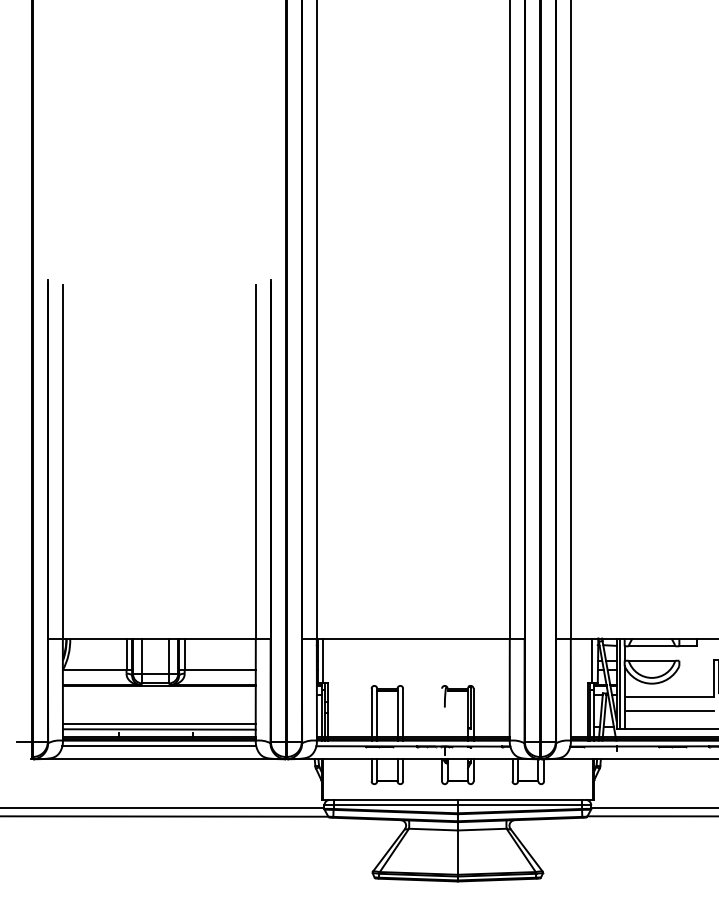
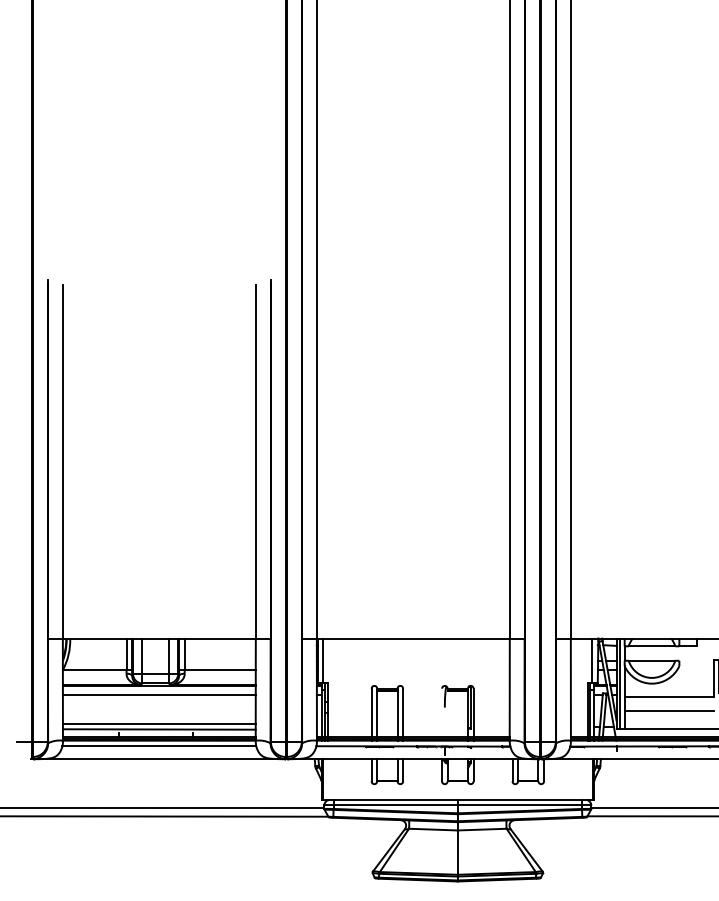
line at (158, 695): none -> present
